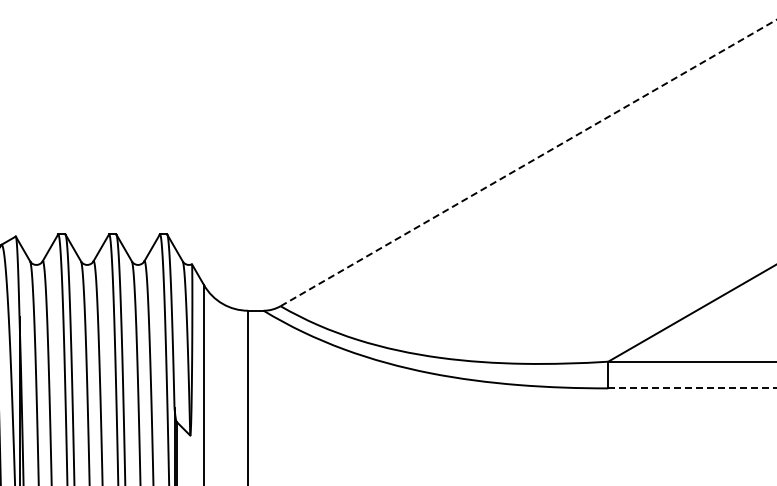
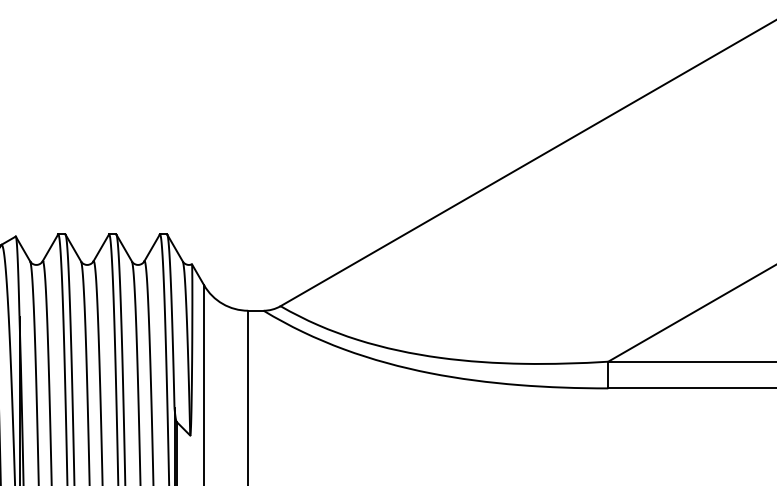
line at (529, 162): dashed -> solid
line at (692, 388): dashed -> solid
